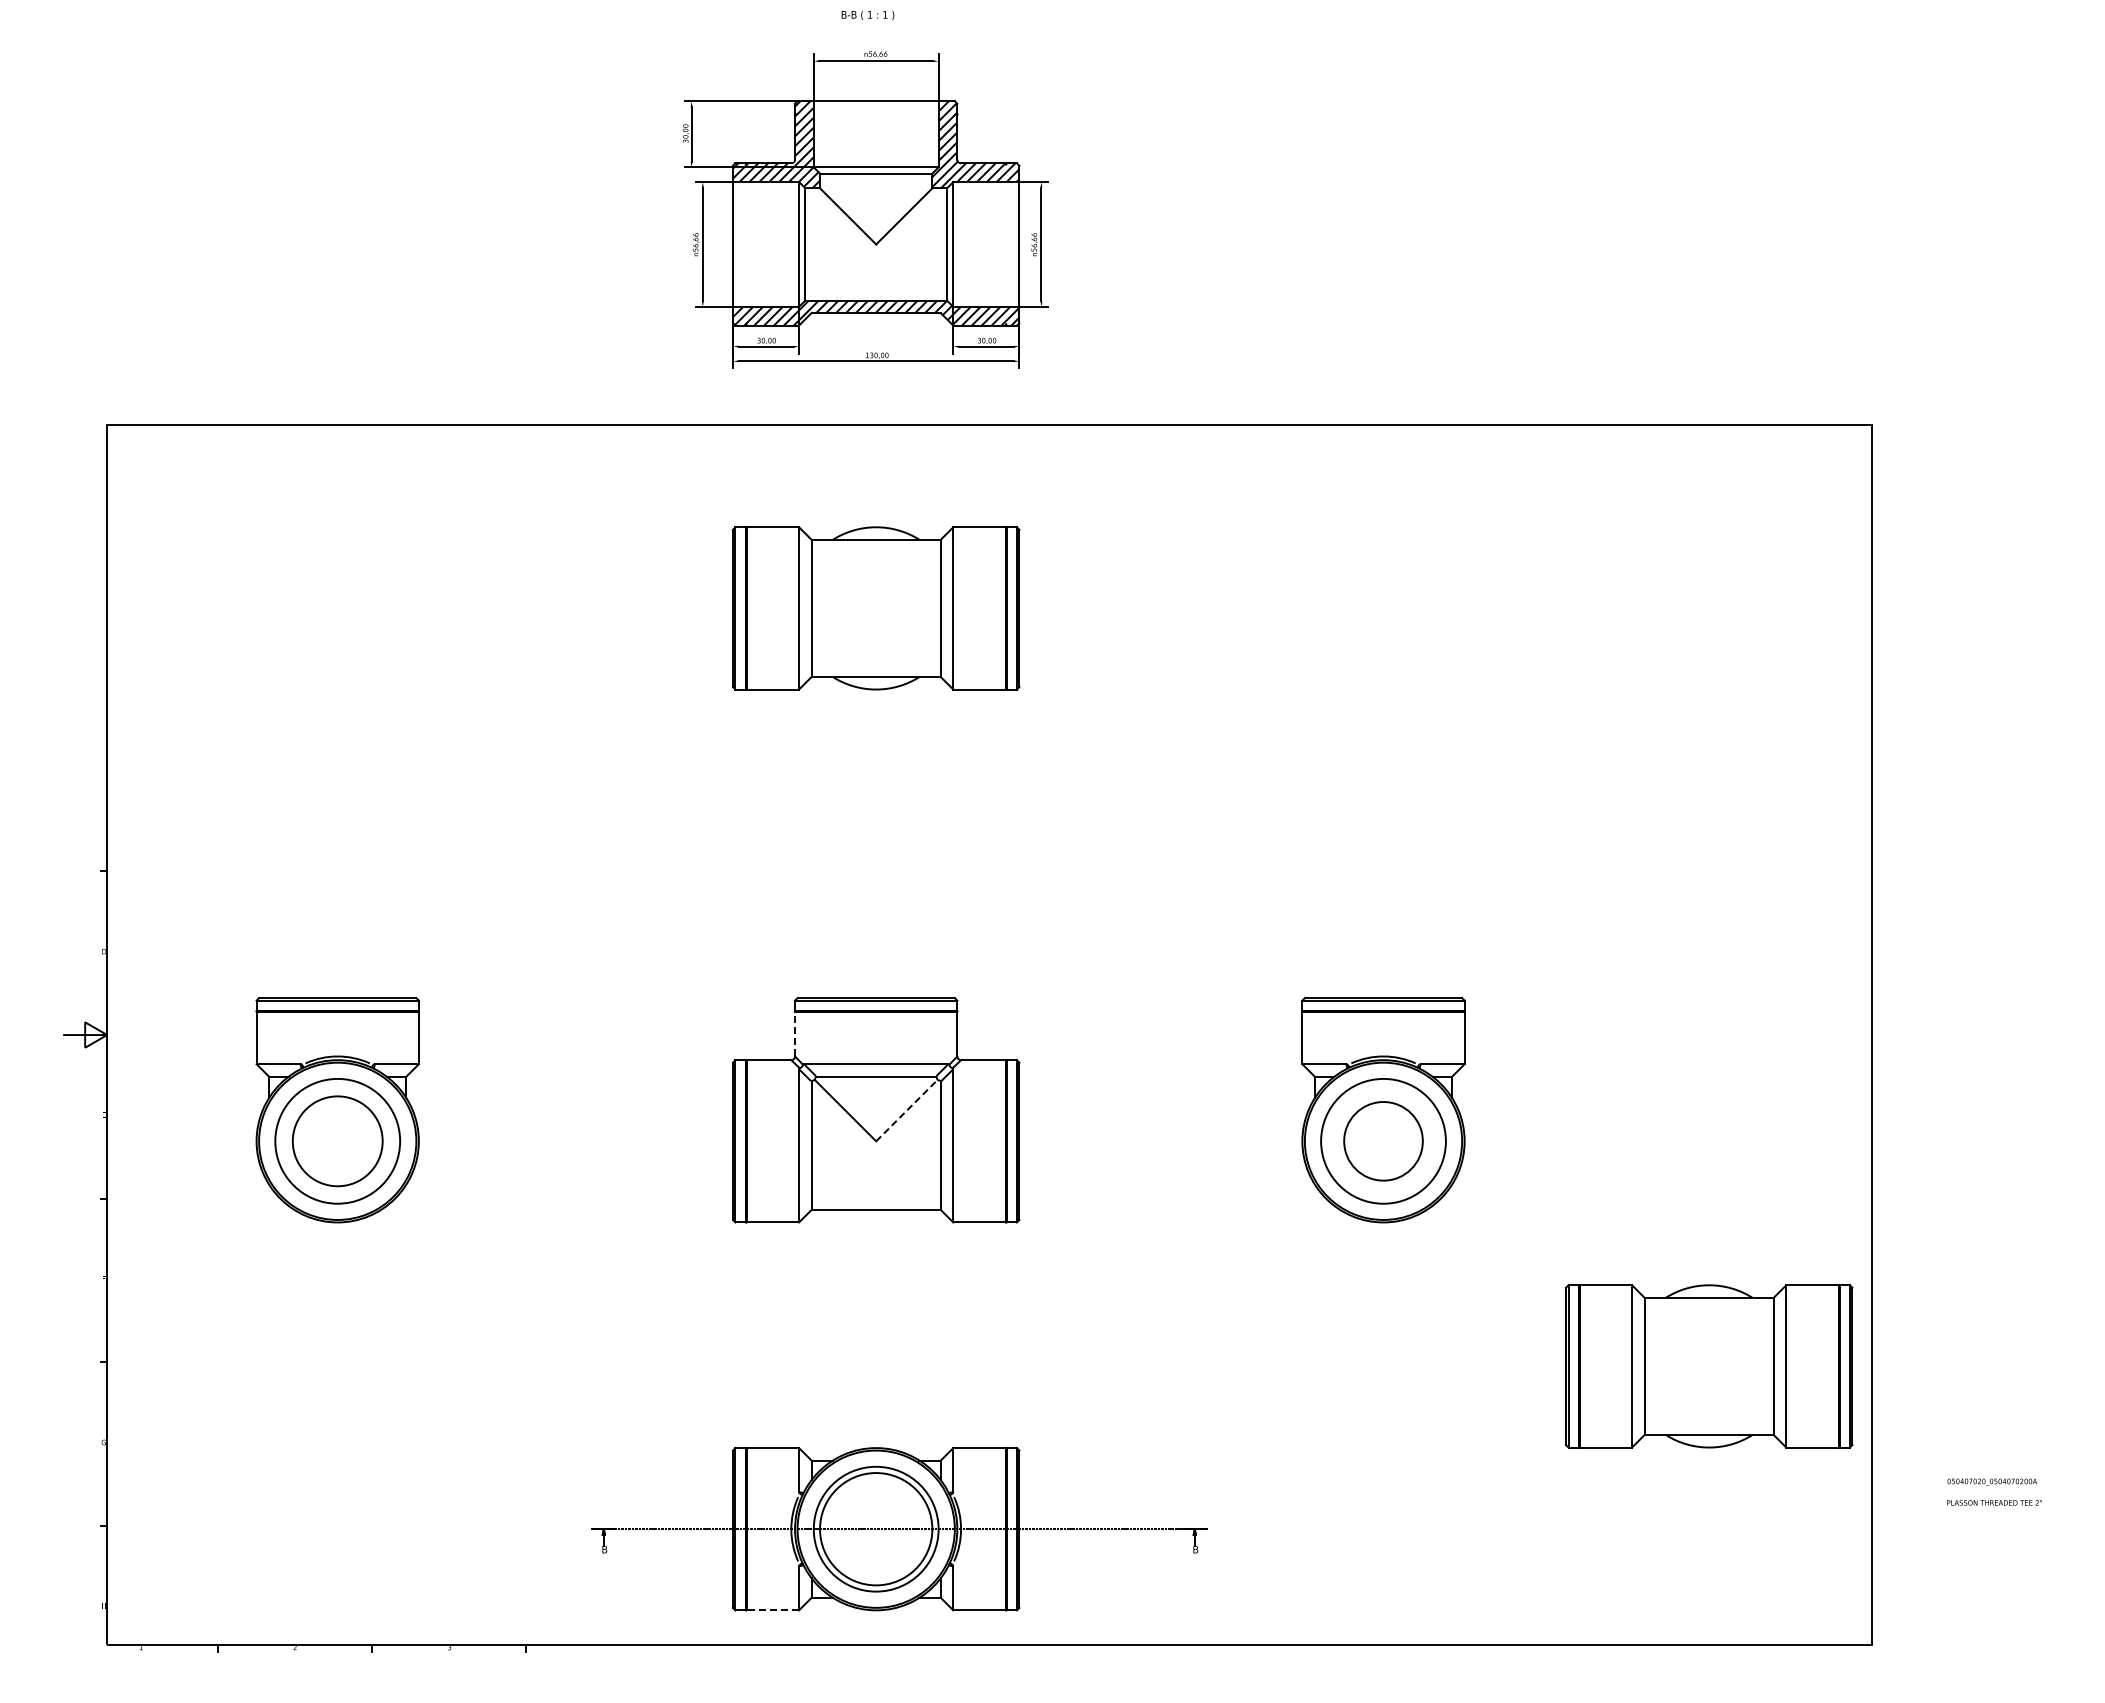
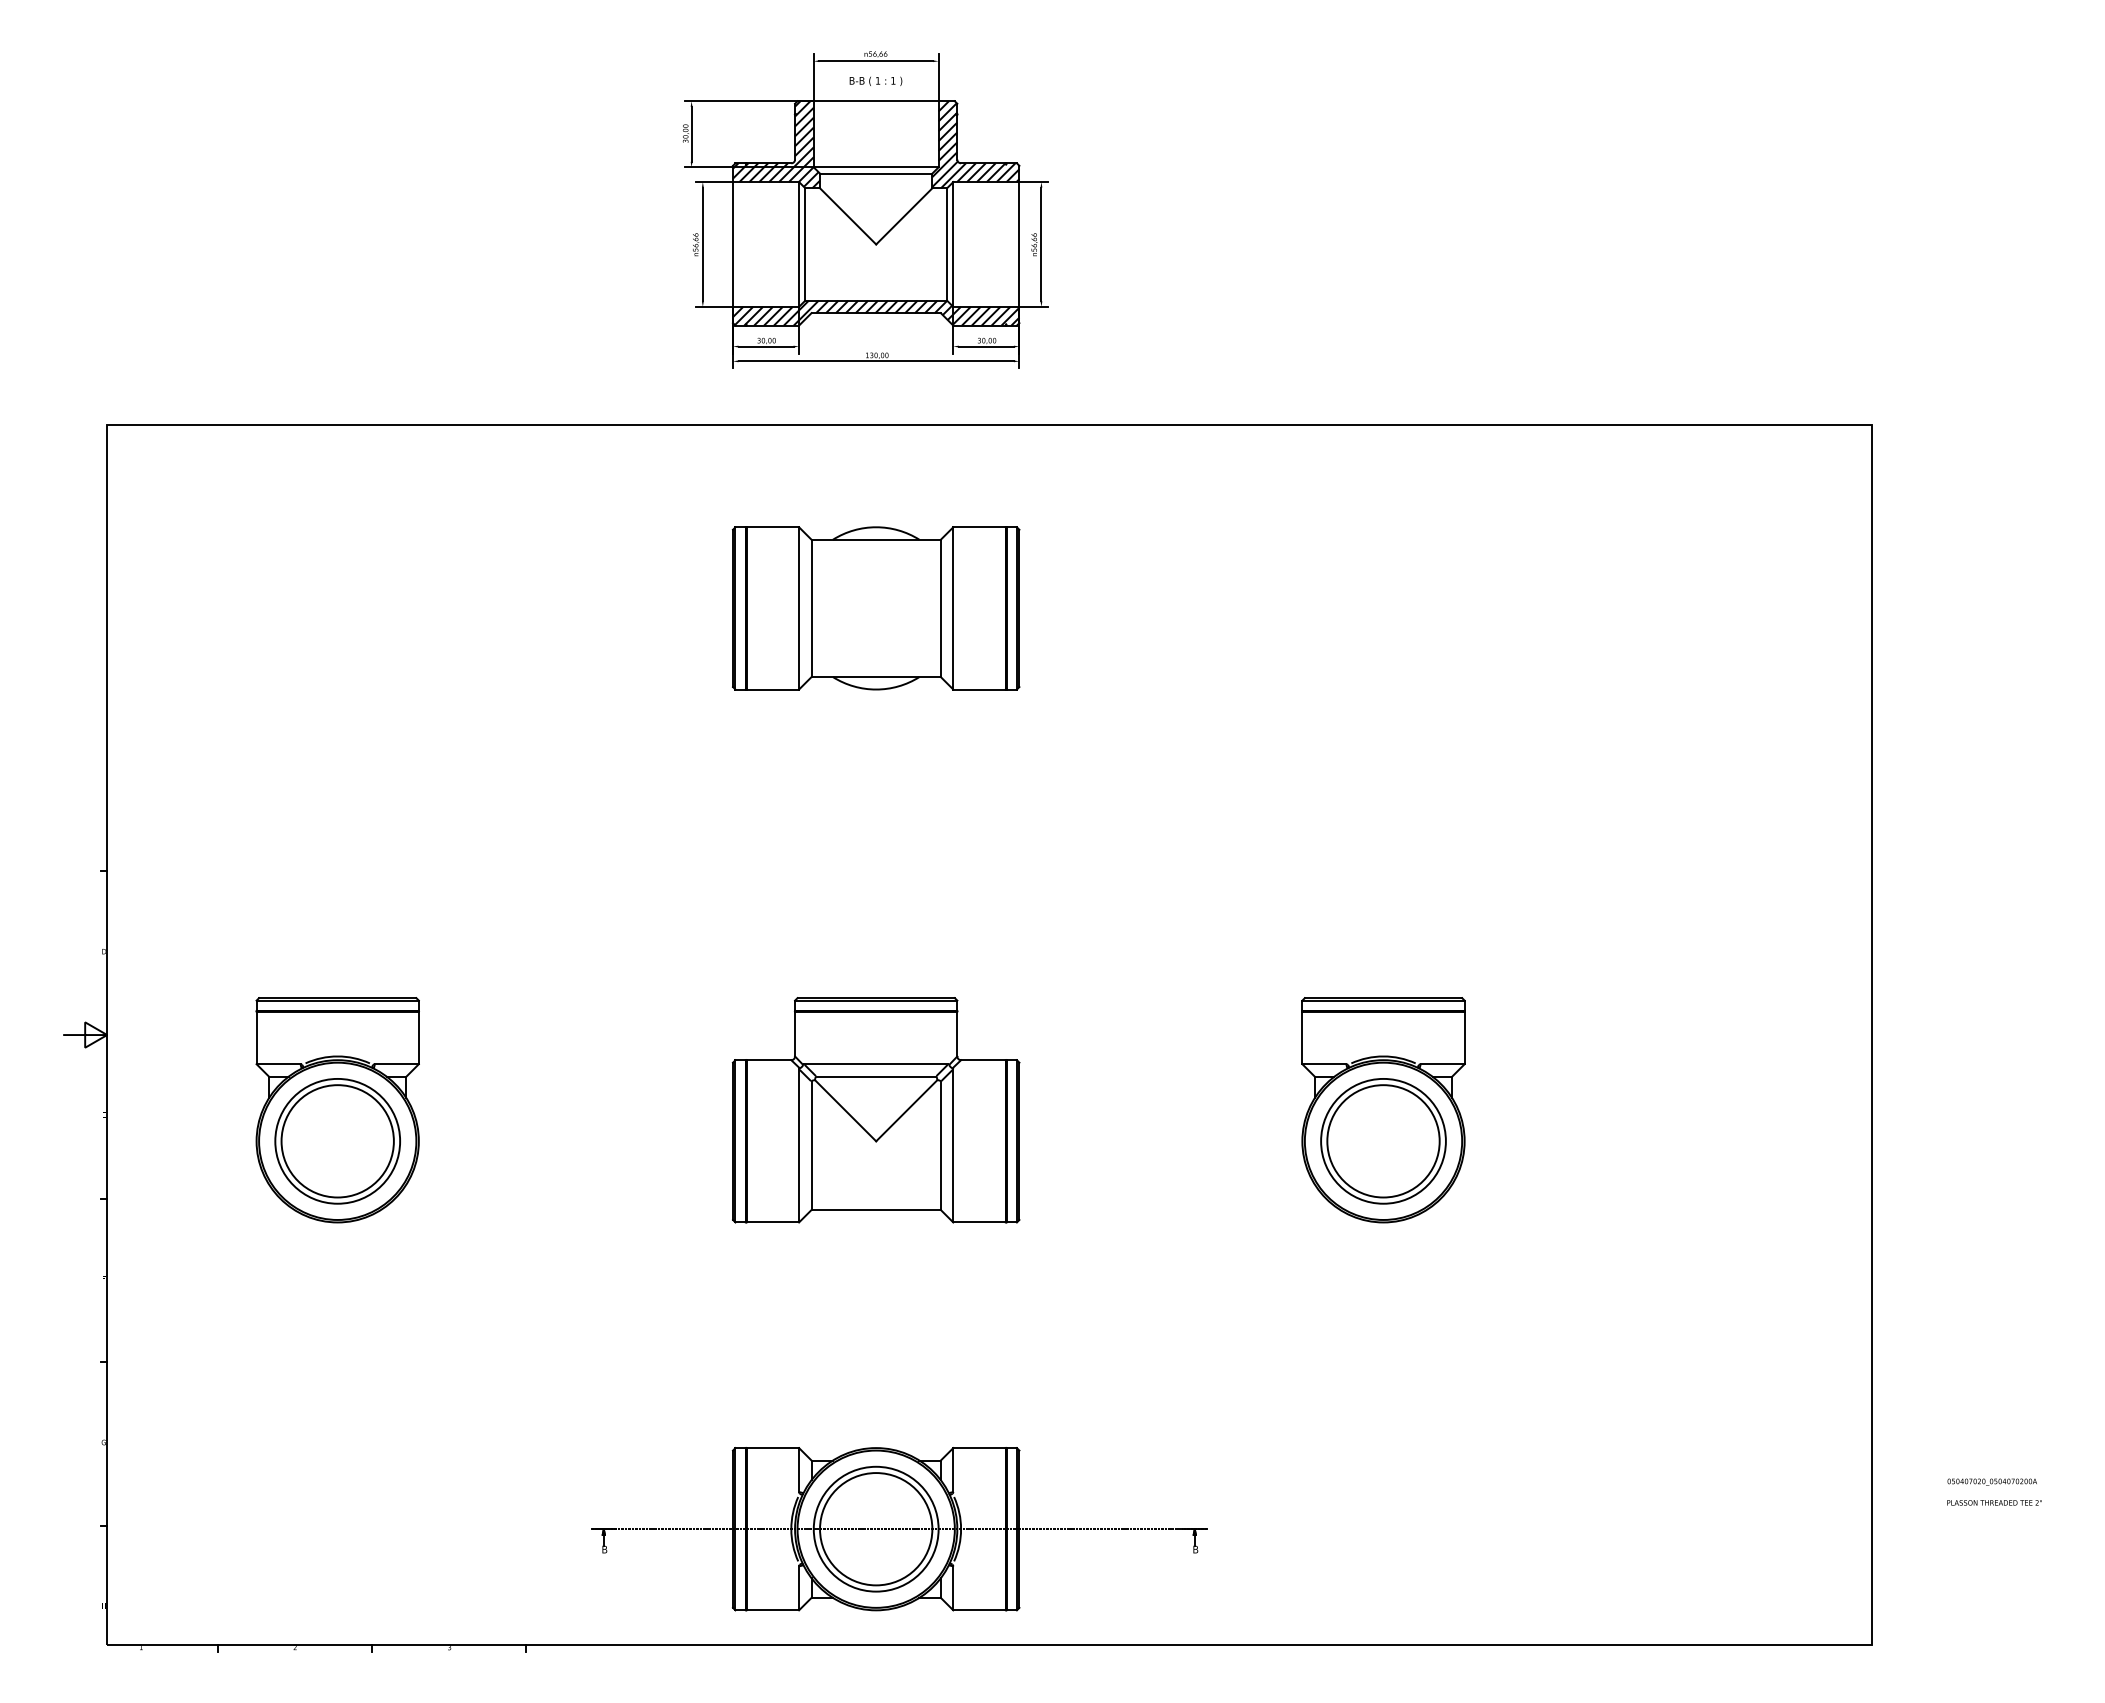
text at (867, 14) position: (867, 14) -> (875, 80)
line at (795, 1033): dashed -> solid
line at (907, 1110): dashed -> solid
circle at (337, 1141) diameter: 90 px -> 112 px
circle at (1383, 1141) diameter: 79 px -> 112 px
part at (1708, 1366): present -> none
line at (772, 1610): dashed -> solid
